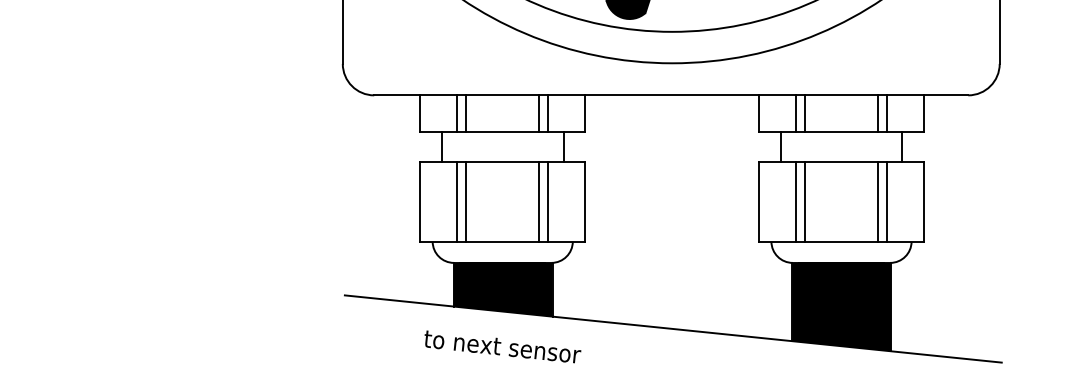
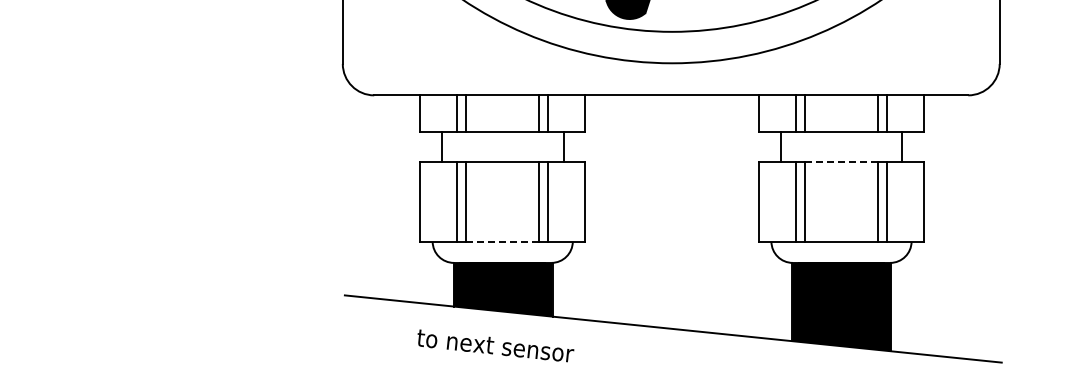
line at (841, 162): solid -> dashed
line at (502, 241): solid -> dashed
text at (502, 346) position: (502, 346) -> (495, 345)
